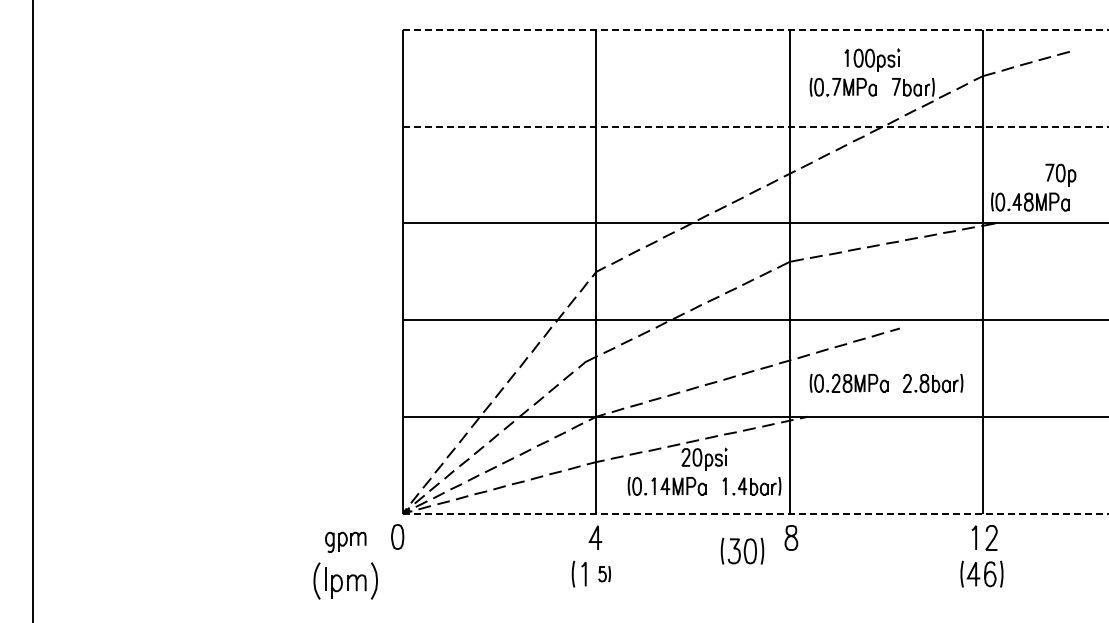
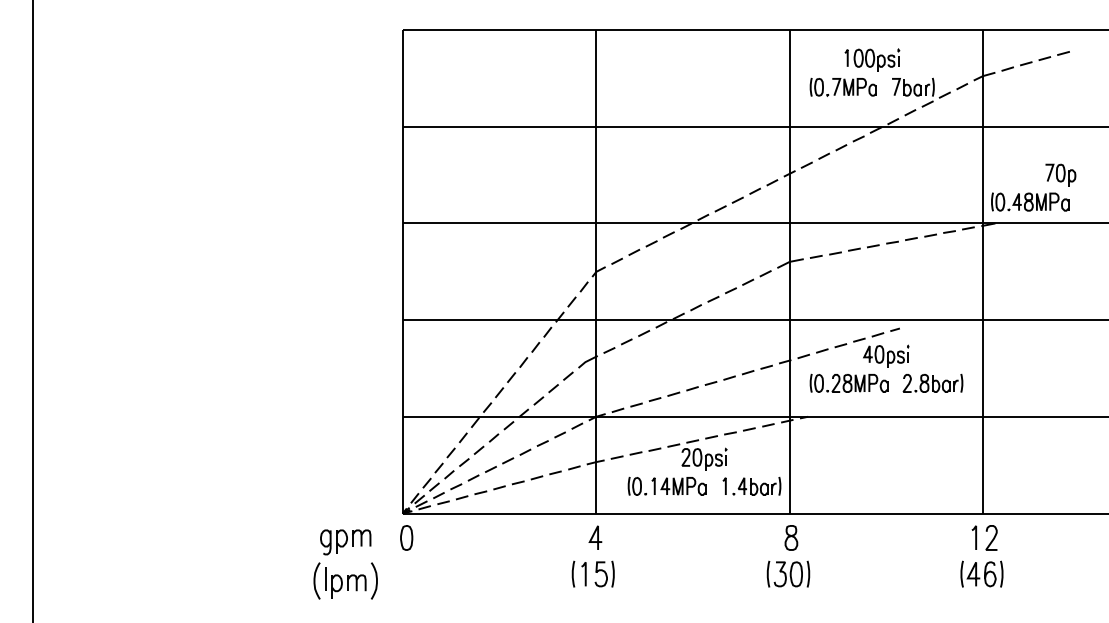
line at (755, 30): dashed -> solid
line at (755, 126): dashed -> solid
part at (886, 355): none -> present
line at (755, 513): dashed -> solid
part at (397, 536) position: (397, 536) -> (406, 537)
part at (345, 541) size: 42x22 px -> 52x27 px
part at (742, 550) position: (742, 550) -> (788, 573)
part at (604, 574) size: 13x17 px -> 21x28 px
